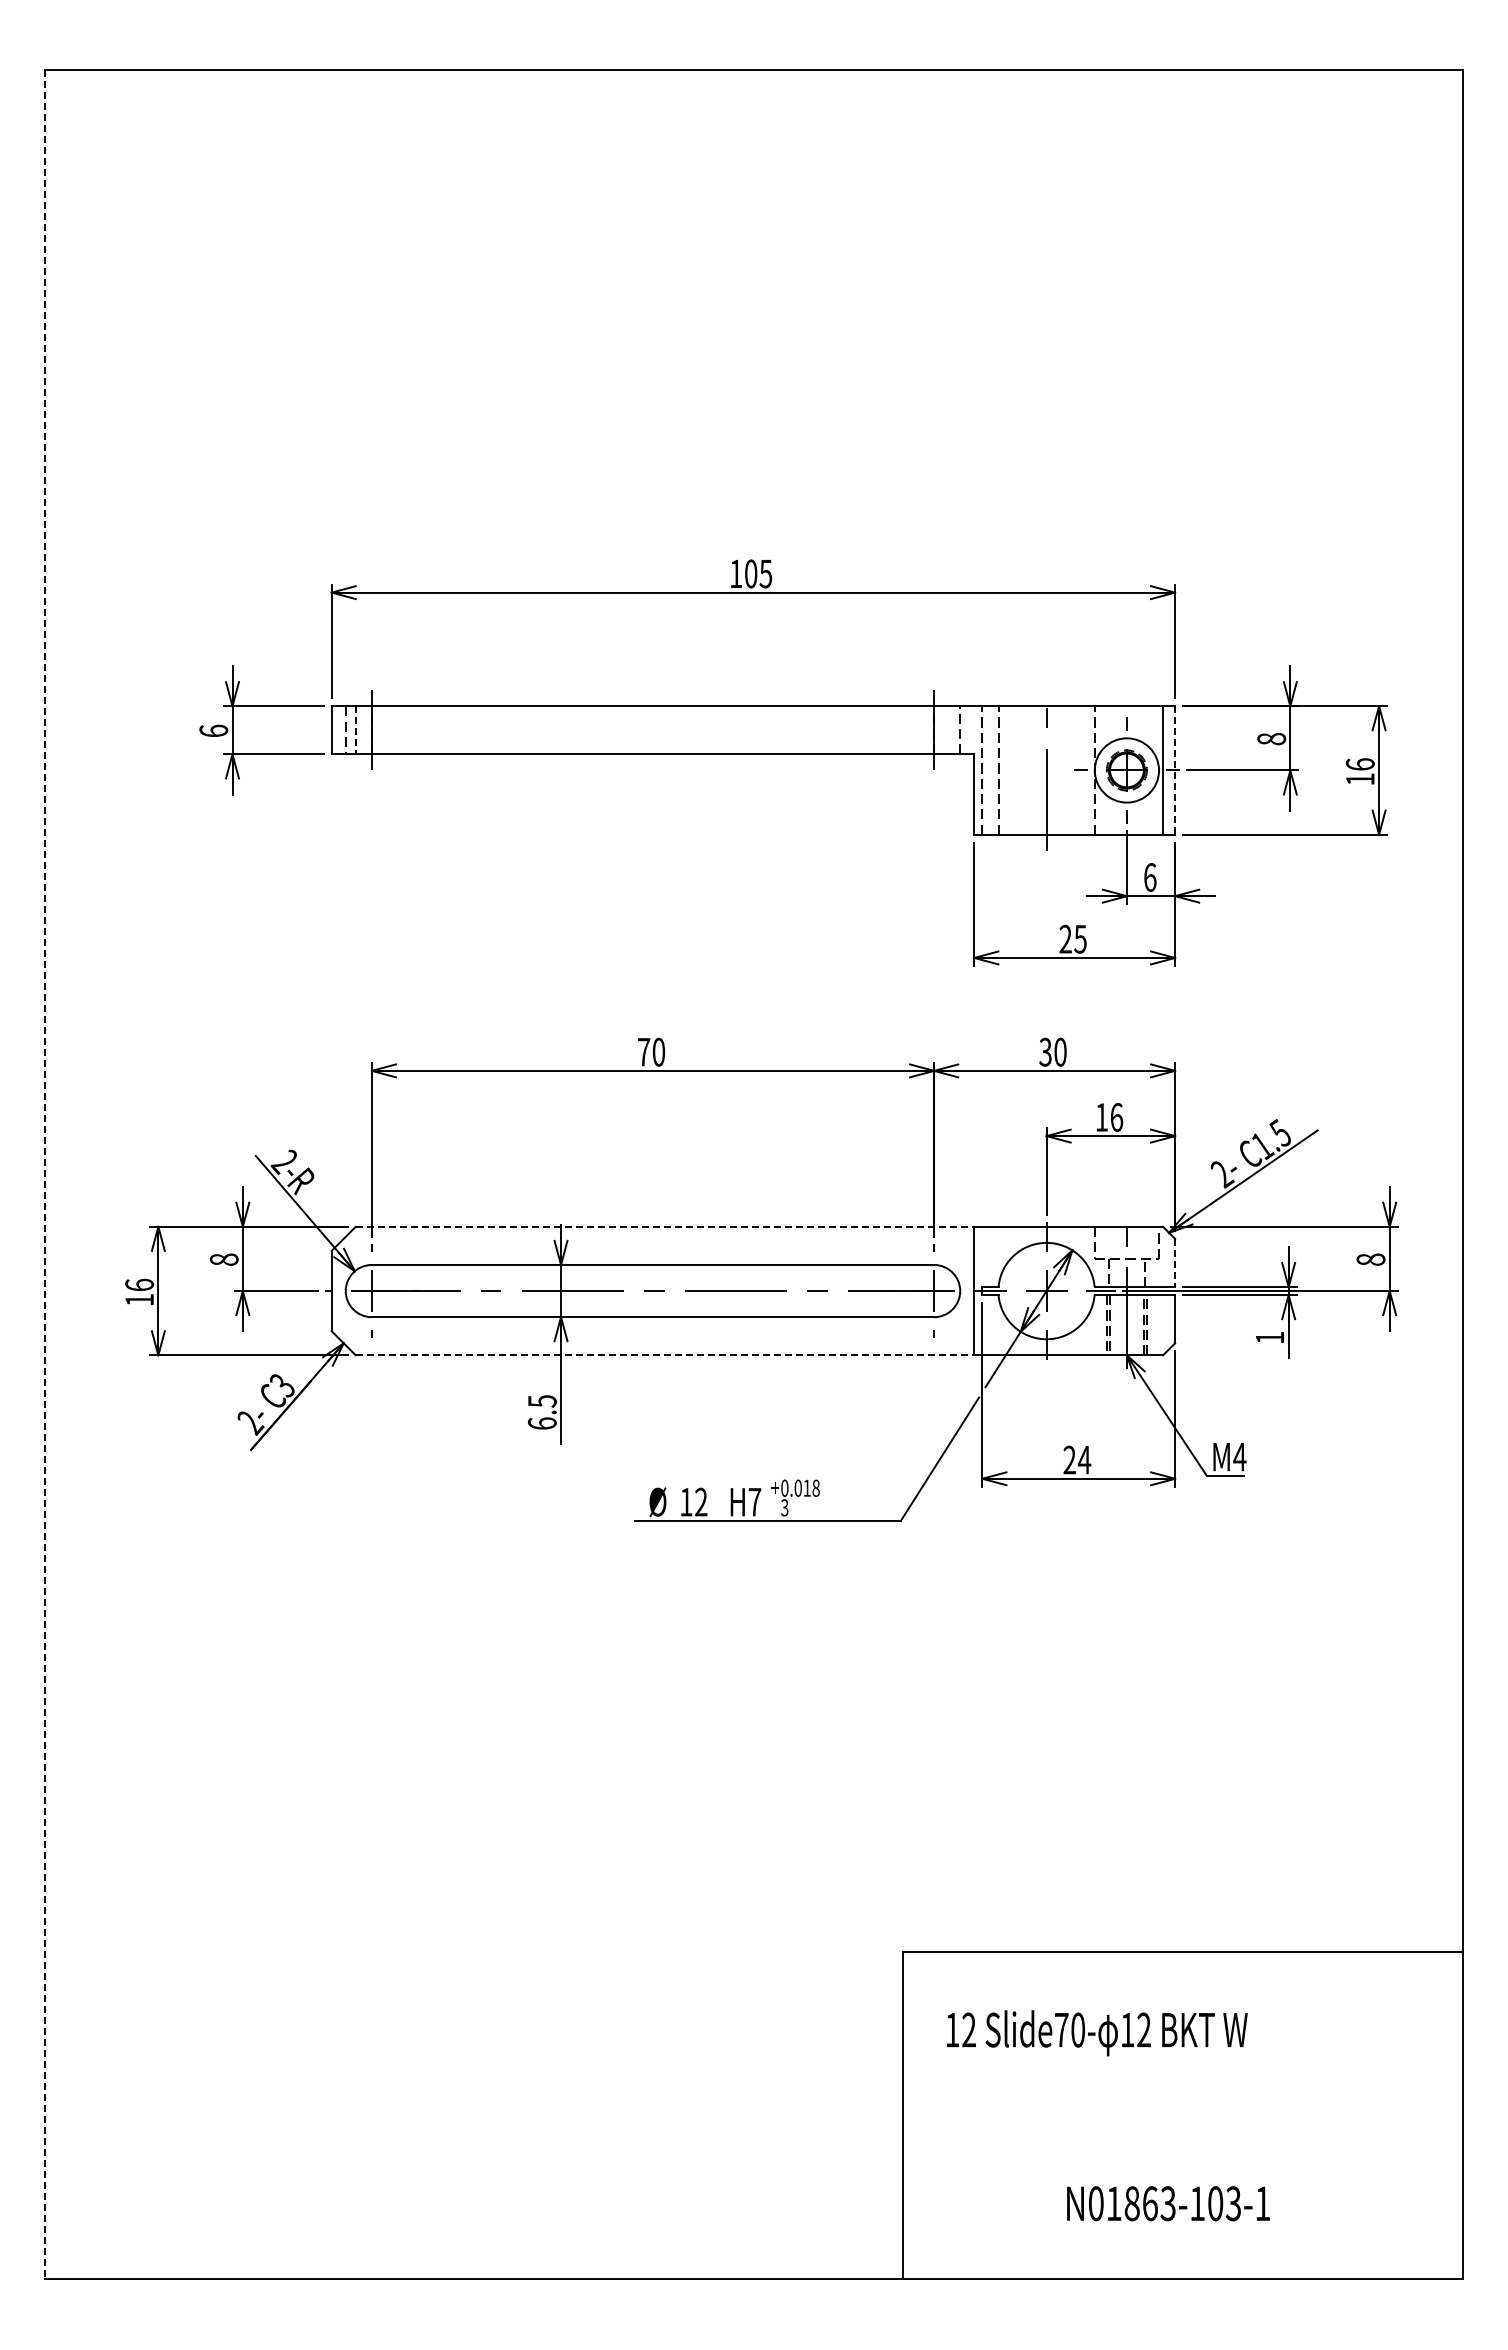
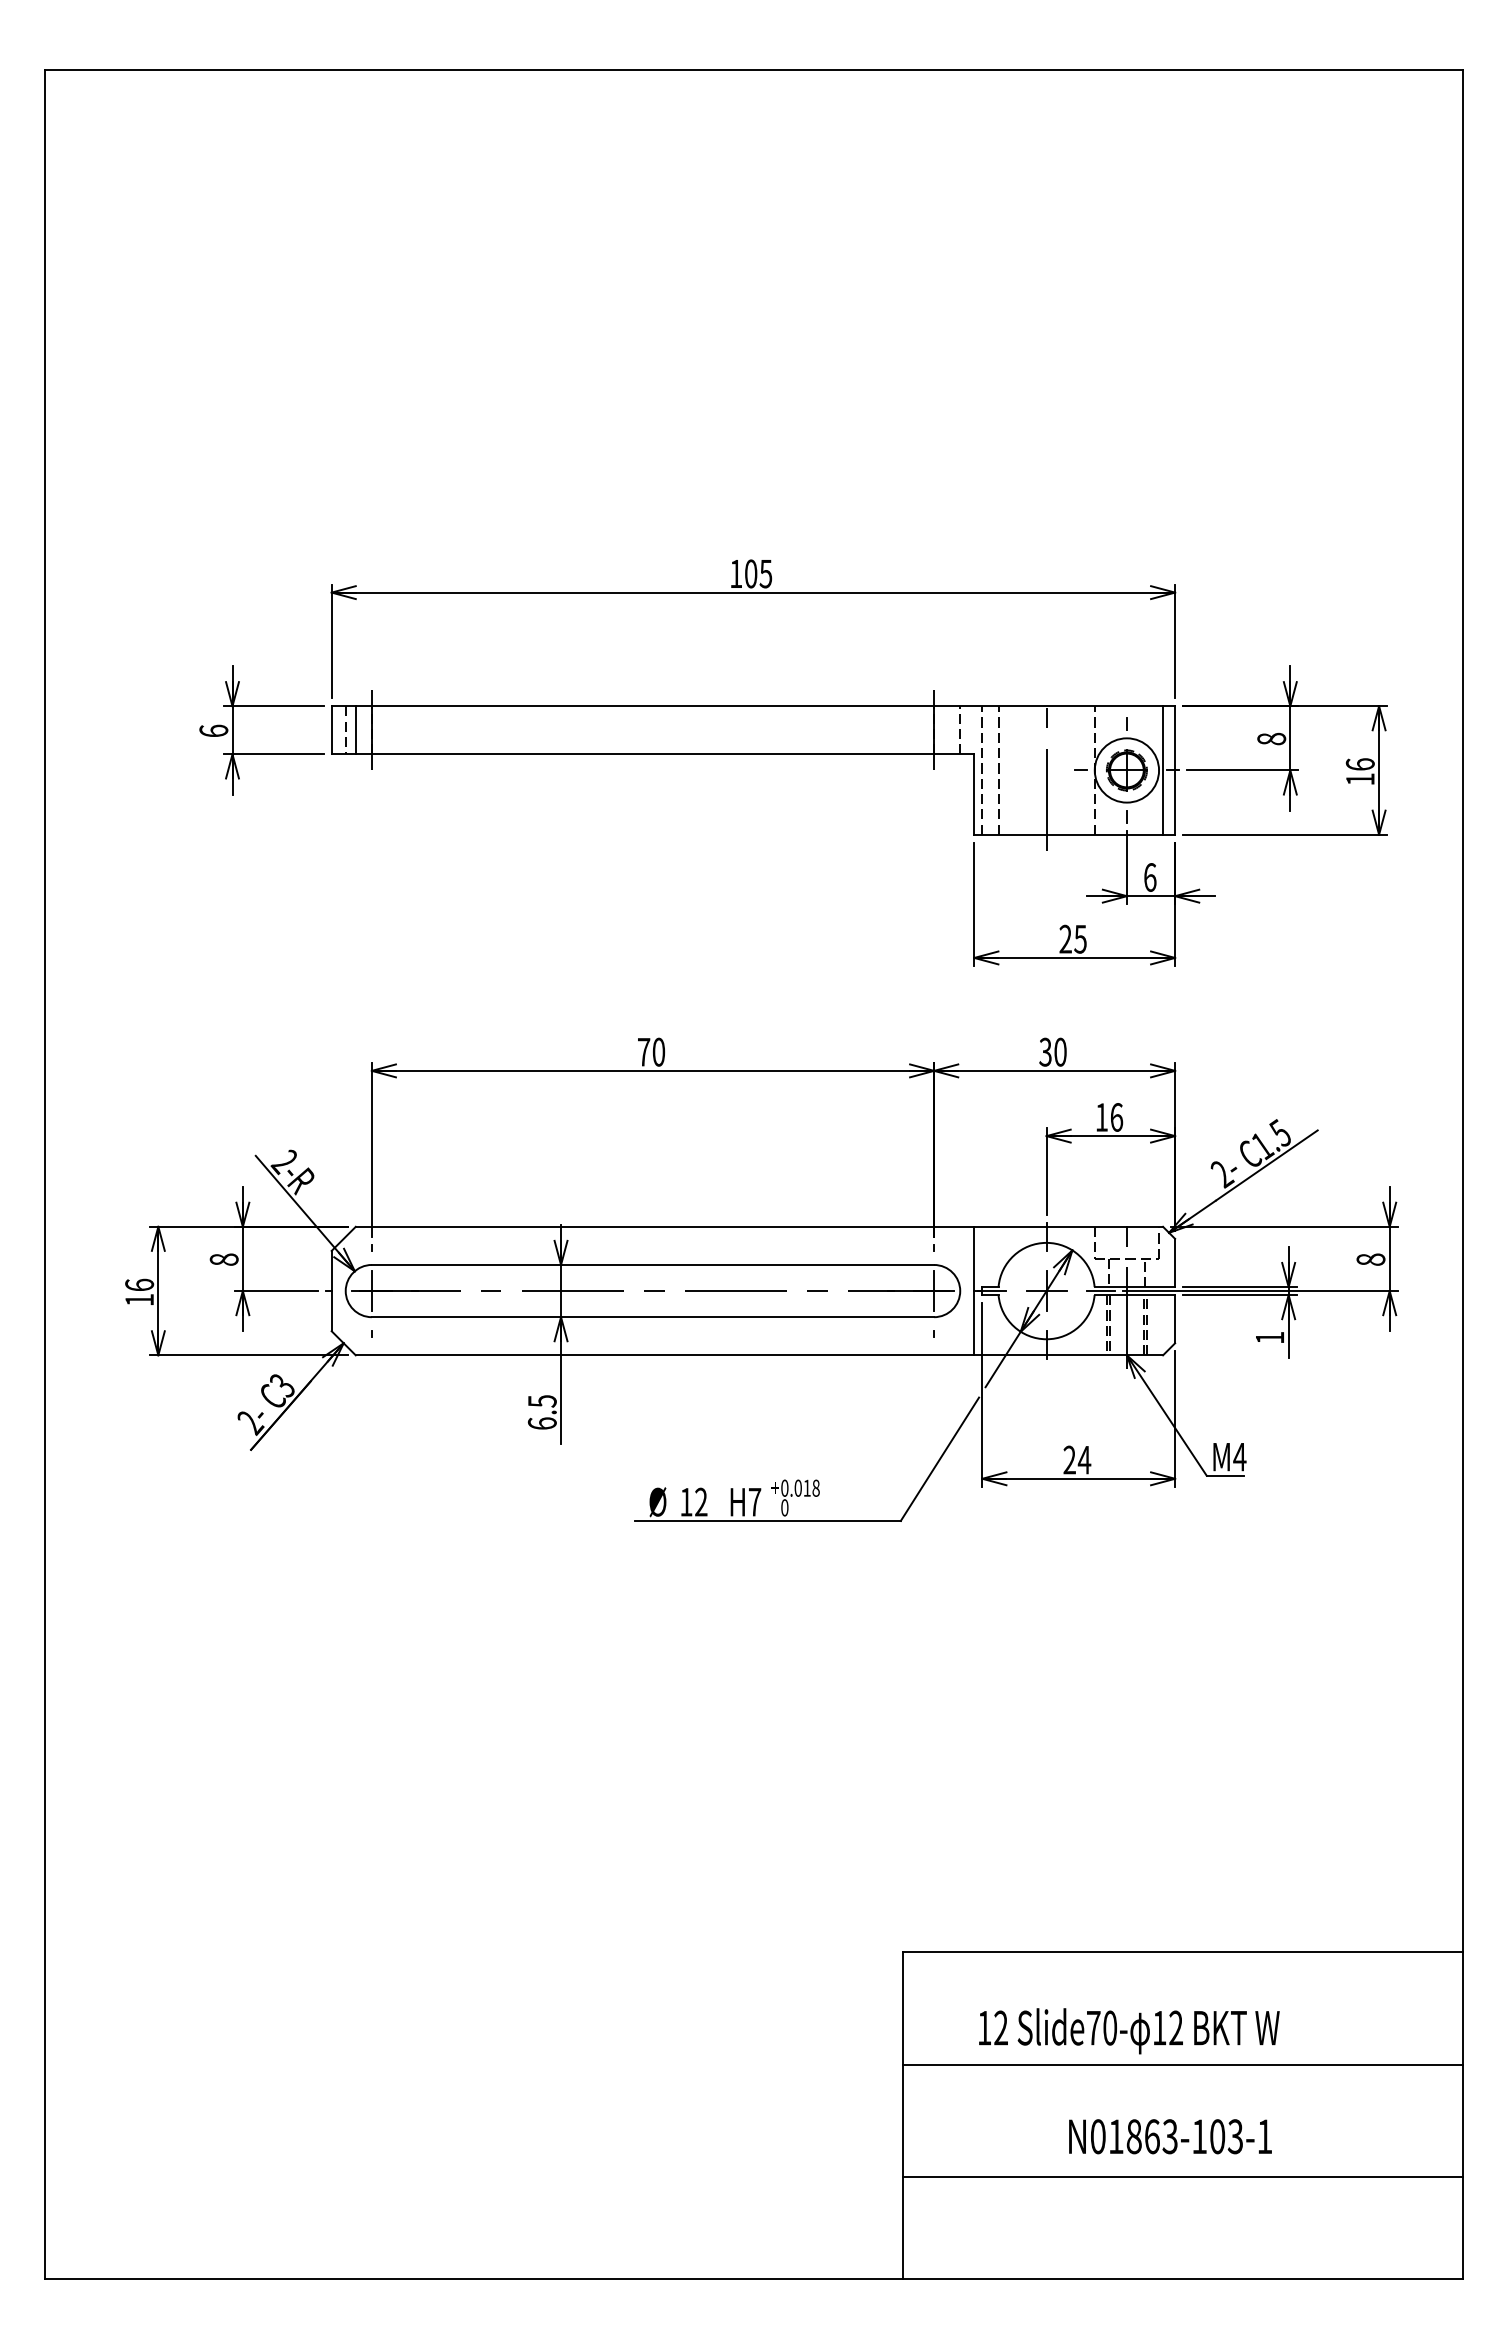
line at (355, 730): dashed -> solid
line at (1175, 770): dashed -> solid
line at (45, 1175): dashed -> solid
line at (665, 1226): dashed -> solid
line at (1175, 1263): dashed -> solid
line at (665, 1355): dashed -> solid
text at (784, 1507): 3 -> 0
text at (1097, 2033) position: (1097, 2033) -> (1129, 2031)
line at (1182, 2064): none -> present
line at (1182, 2177): none -> present
text at (1168, 2203) position: (1168, 2203) -> (1170, 2136)
